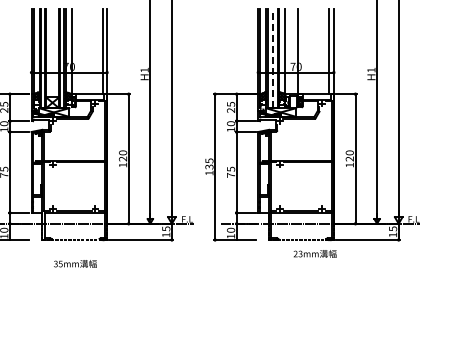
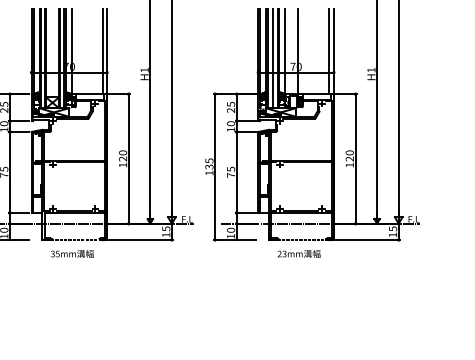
line at (272, 58): dashed -> solid
text at (314, 253) position: (314, 253) -> (298, 253)
text at (75, 263) position: (75, 263) -> (72, 253)
